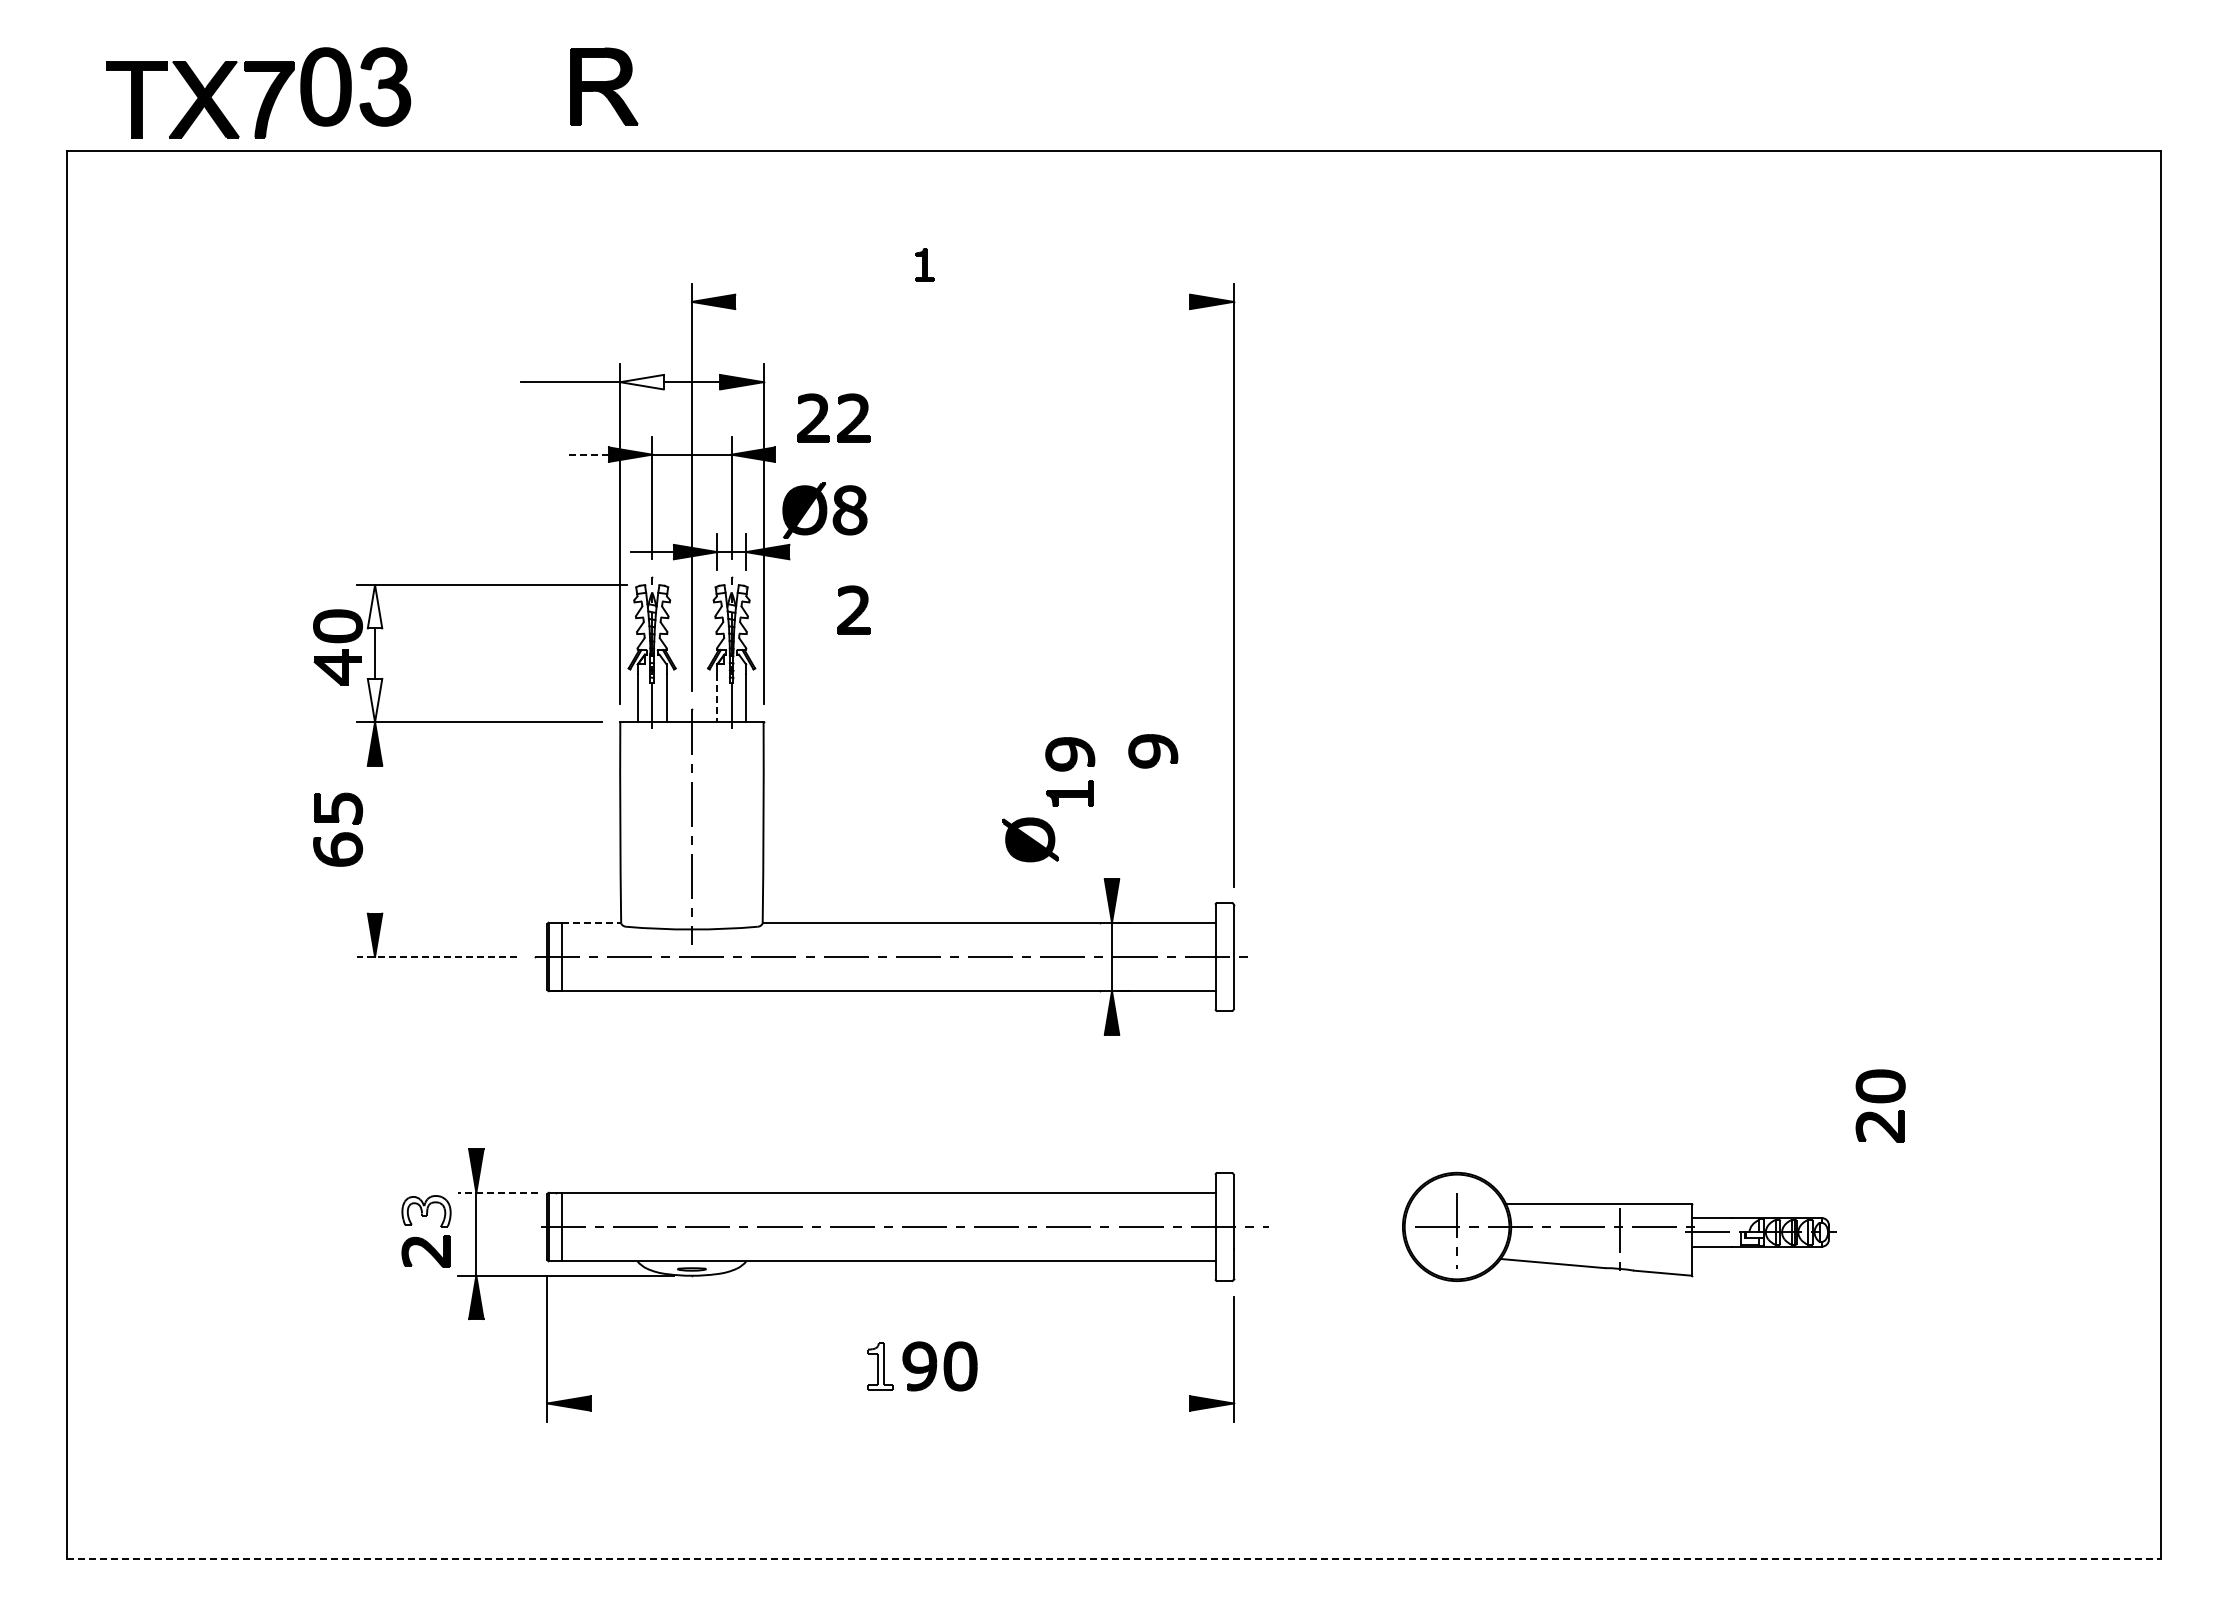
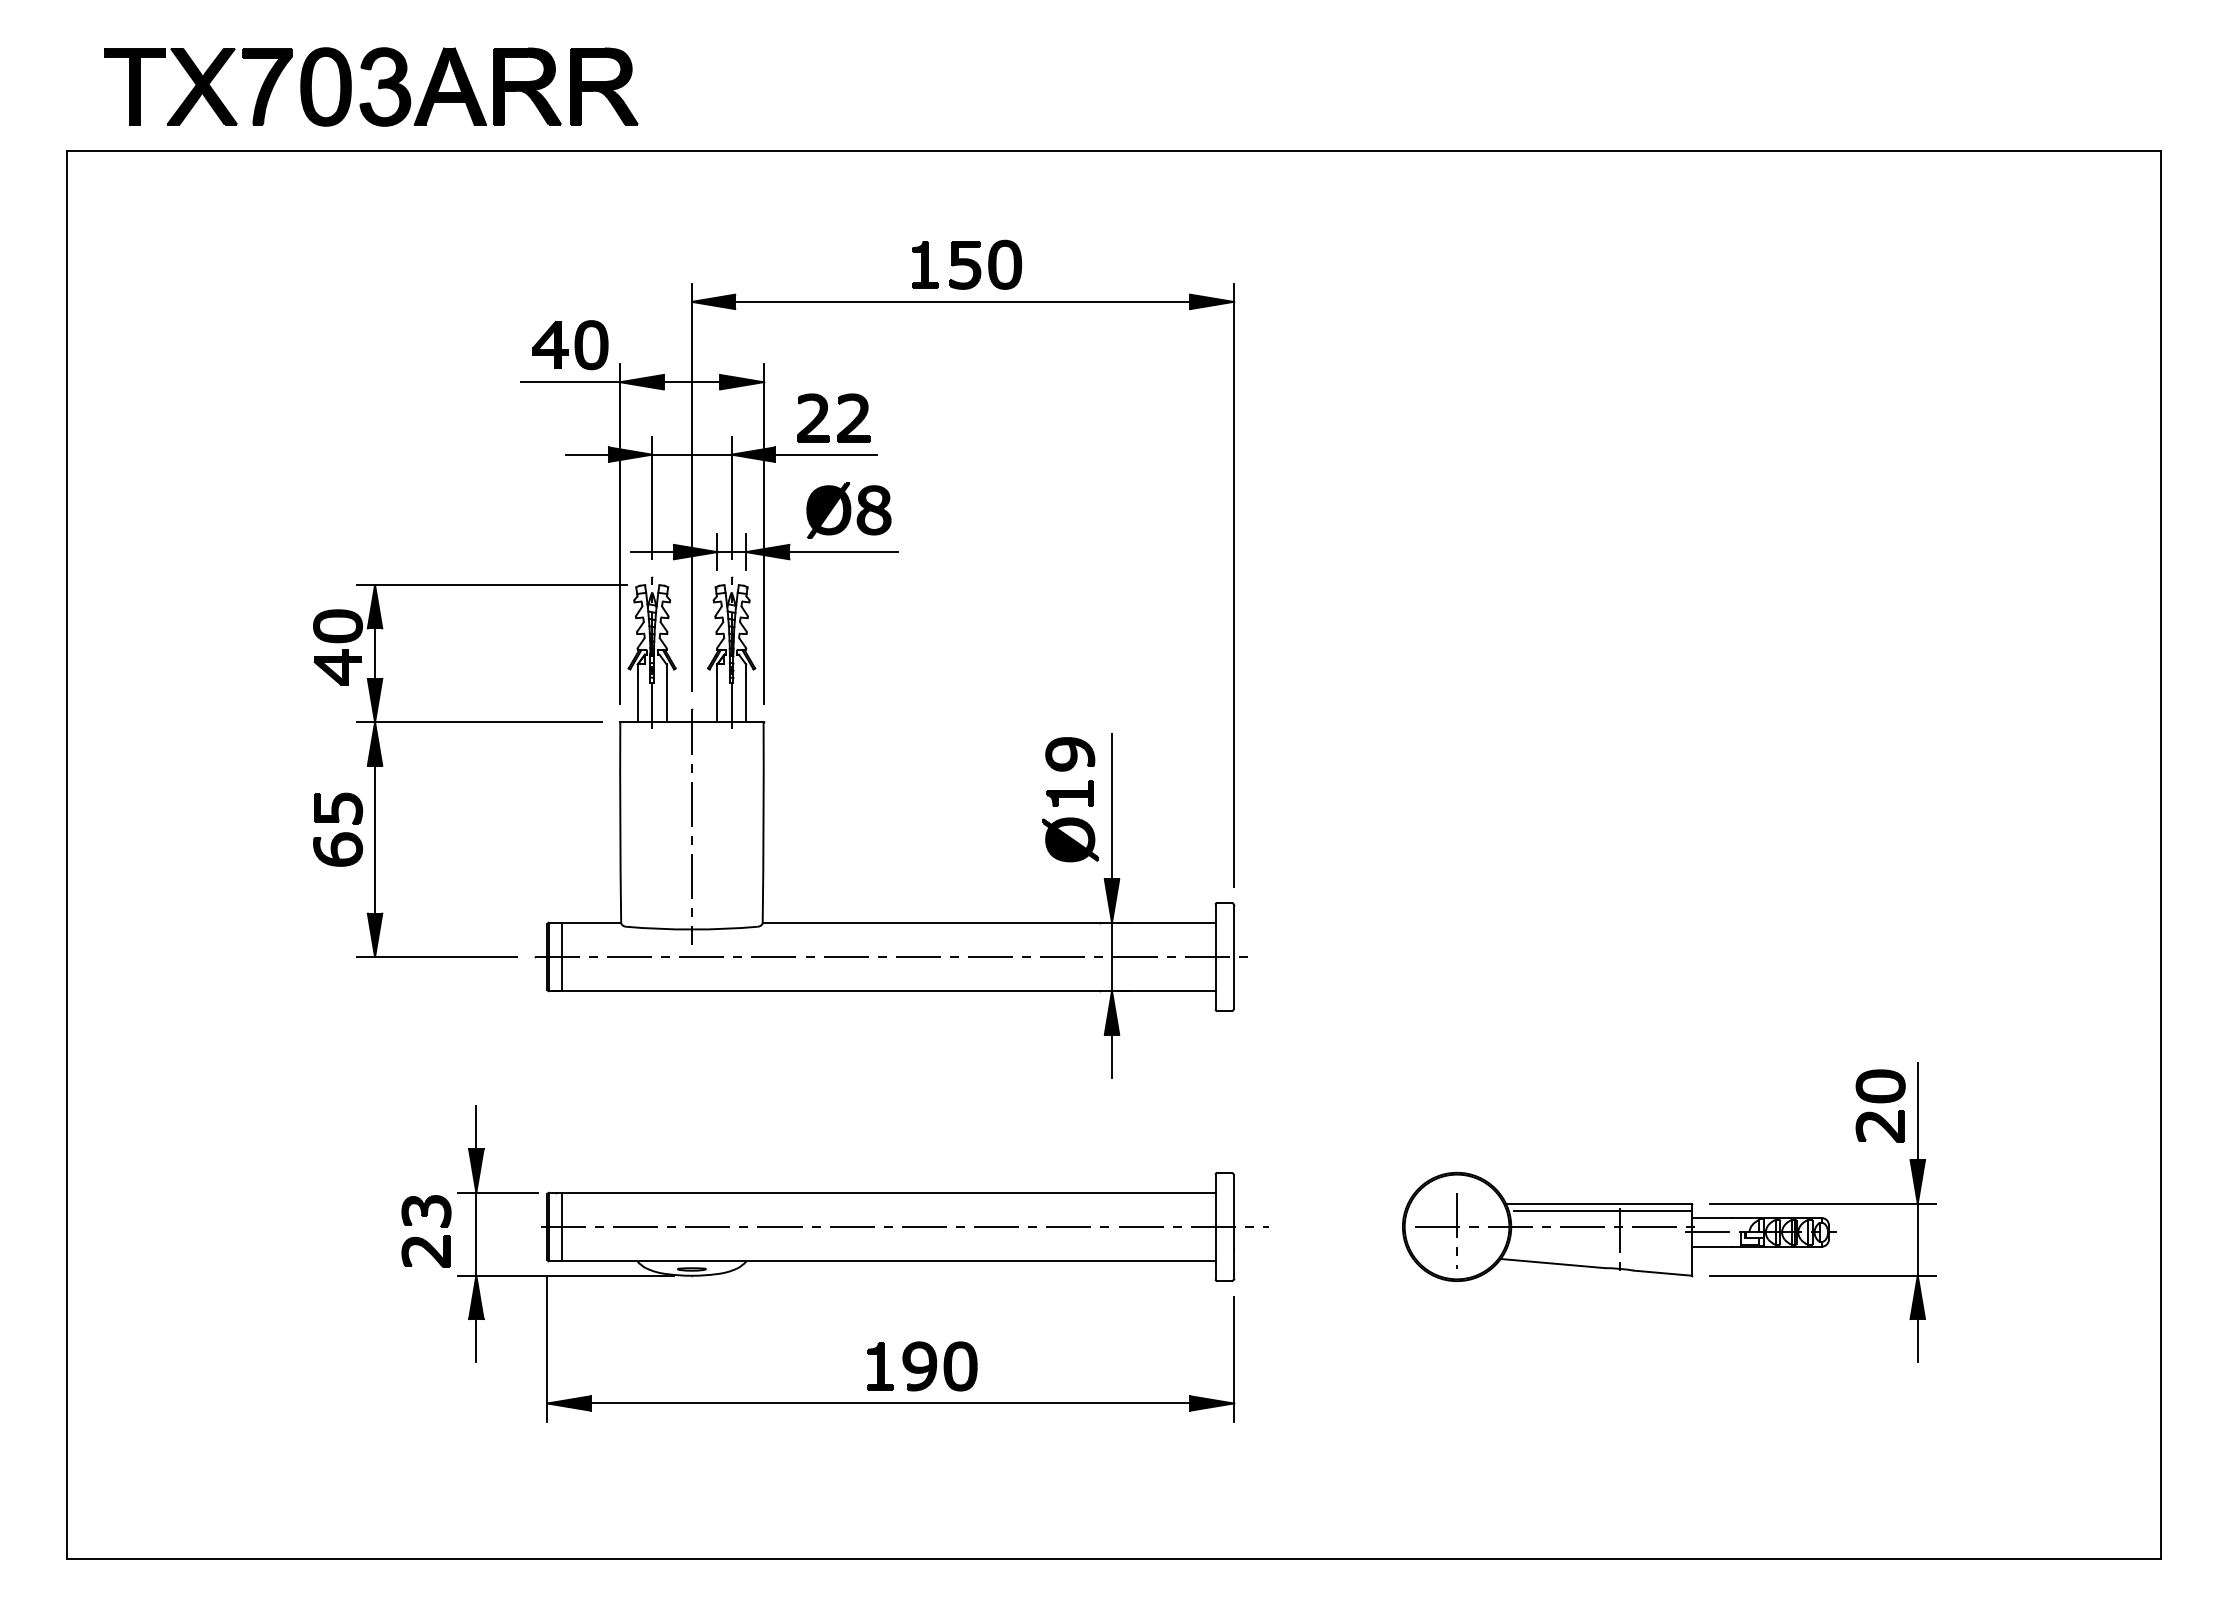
part at (487, 86): none -> present
part at (200, 99) position: (200, 99) -> (198, 86)
part at (924, 264) size: 20x34 px -> 27x48 px
part at (985, 264): none -> present
line at (962, 301): none -> present
part at (570, 345): none -> present
fill at (641, 381): none -> present
line at (587, 454): dashed -> solid
line at (825, 454): none -> present
part at (824, 510) position: (824, 510) -> (848, 510)
line at (843, 552): none -> present
fill at (374, 606): none -> present
part at (853, 609): present -> none
line at (717, 698): dashed -> solid
fill at (374, 700): none -> present
part at (1153, 751): present -> none
line at (1112, 806): none -> present
line at (375, 839): none -> present
part at (1030, 839) position: (1030, 839) -> (1070, 839)
line at (591, 922): dashed -> solid
line at (436, 956): dashed -> solid
line at (1112, 1055): none -> present
line at (476, 1127): none -> present
line at (497, 1192): dashed -> solid
part at (1822, 1204): none -> present
fill at (426, 1210): none -> present
line at (1602, 1211): none -> present
line at (476, 1340): none -> present
fill at (880, 1366): none -> present
line at (890, 1403): none -> present
line at (1114, 1558): dashed -> solid
